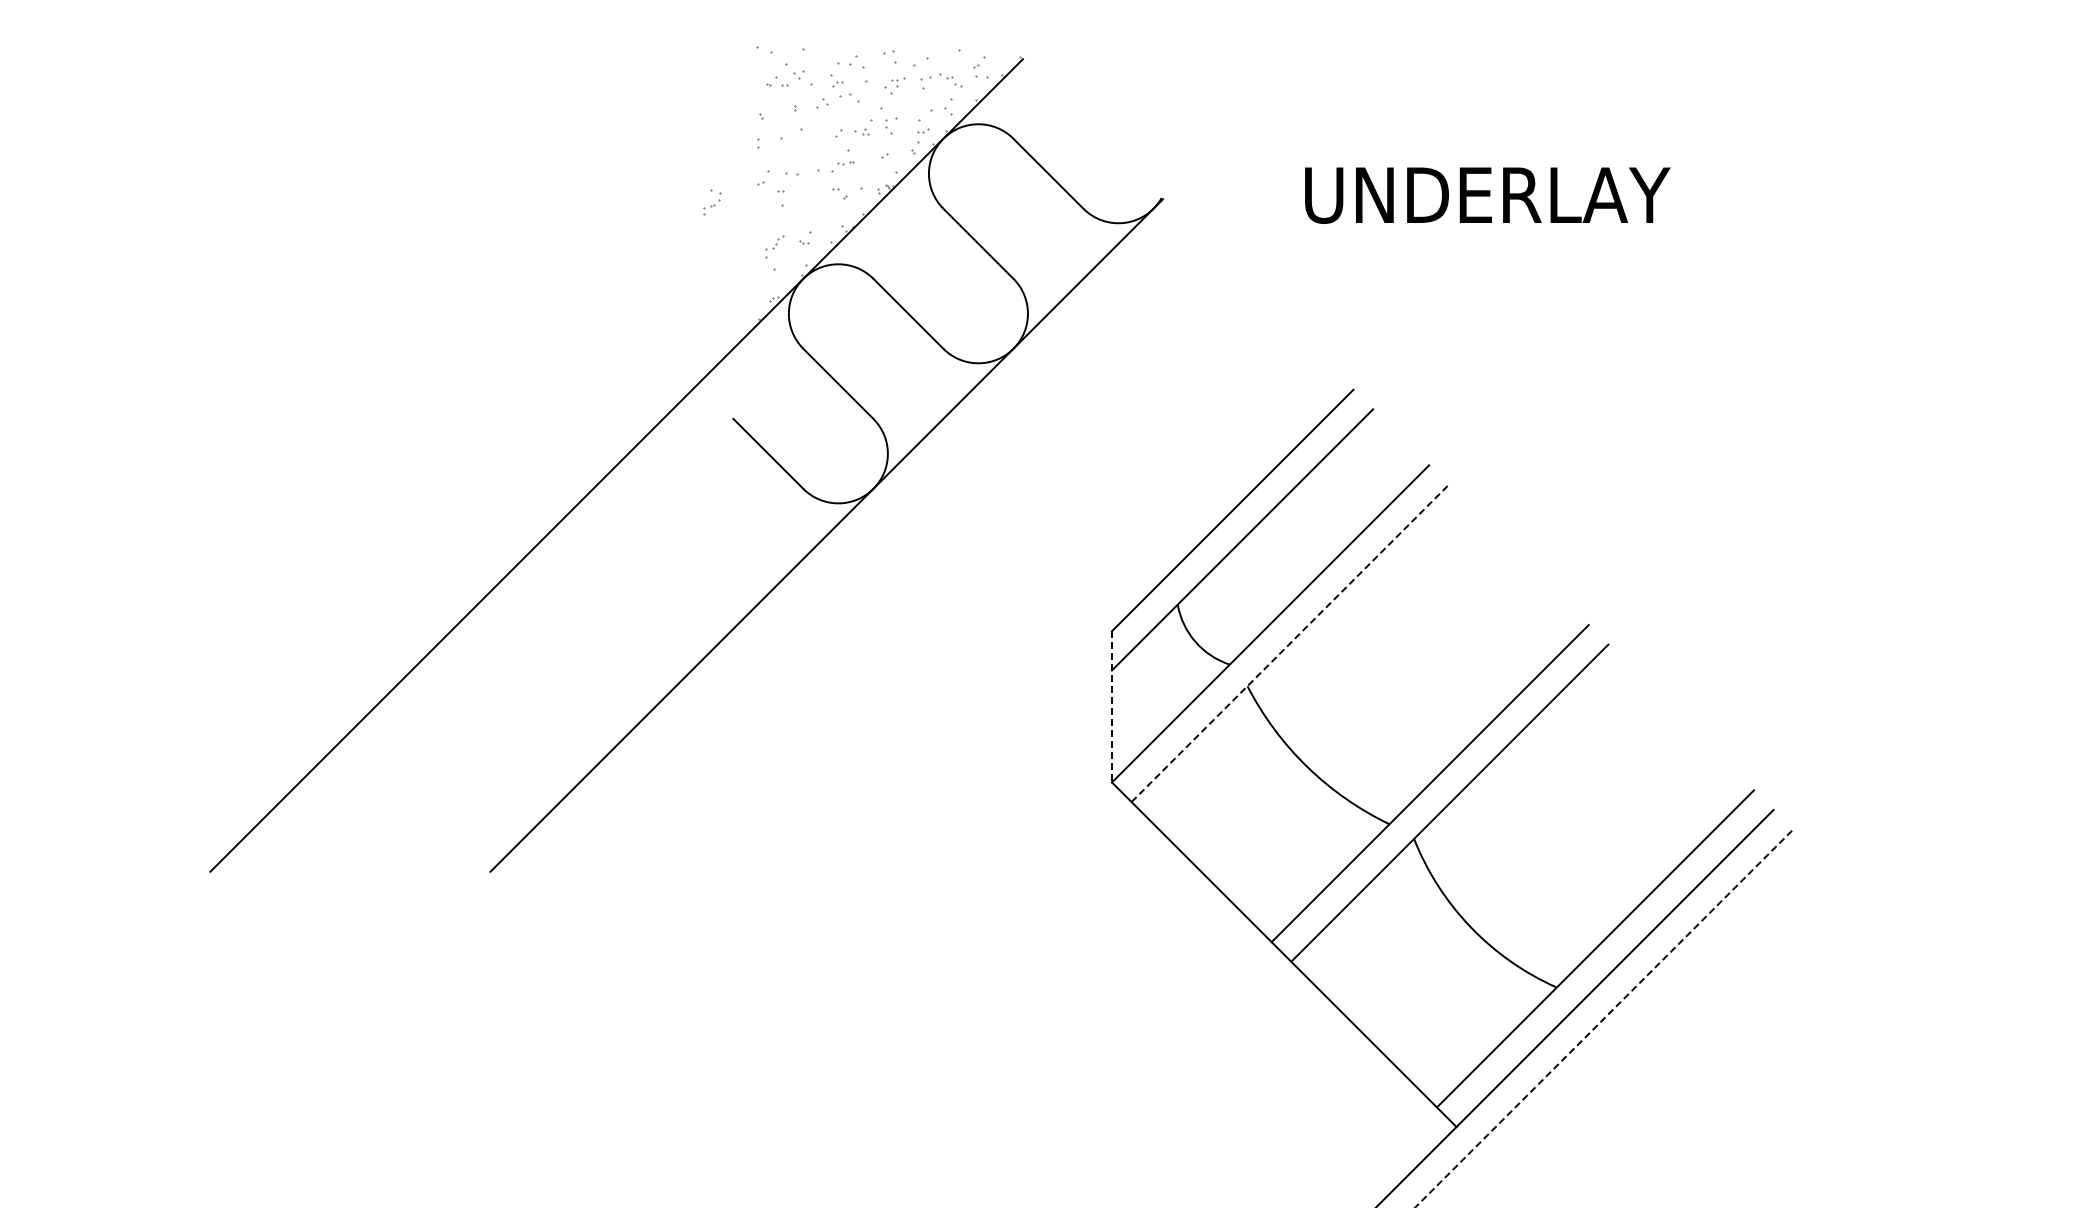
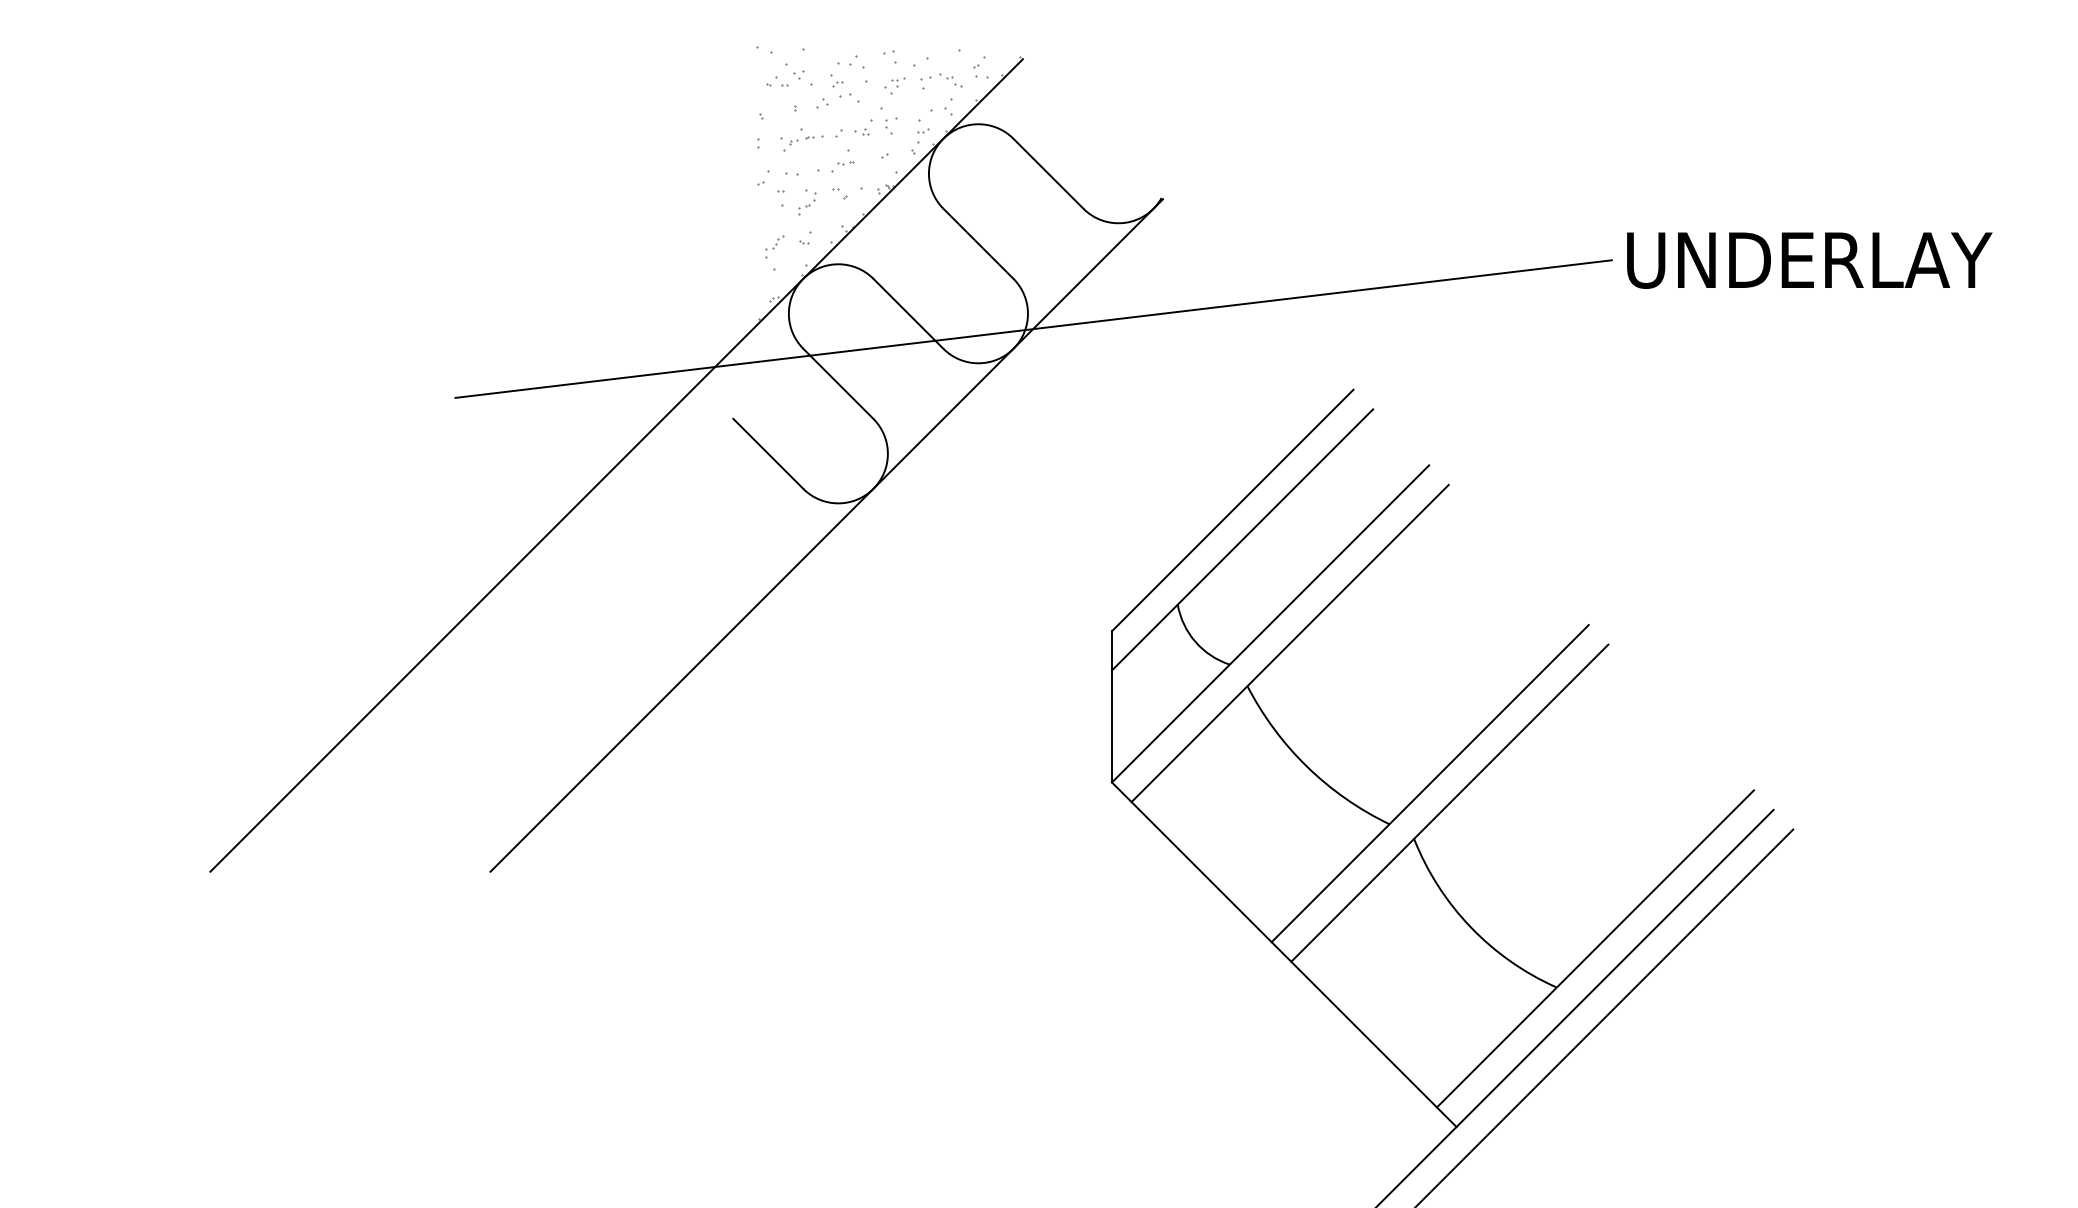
part at (803, 143): none -> present
text at (1487, 195) position: (1487, 195) -> (1809, 260)
part at (712, 202) position: (712, 202) -> (807, 202)
line at (1033, 328): none -> present
line at (1290, 643): dashed -> solid
line at (1112, 706): dashed -> solid
line at (1604, 1018): dashed -> solid
